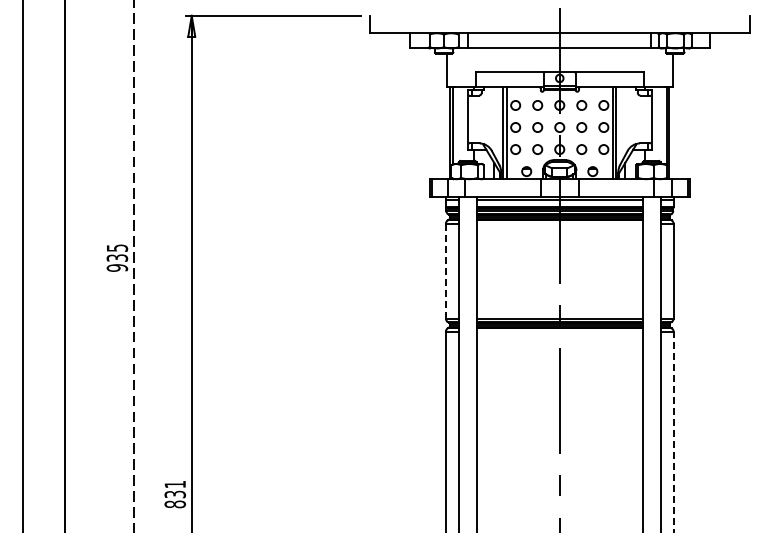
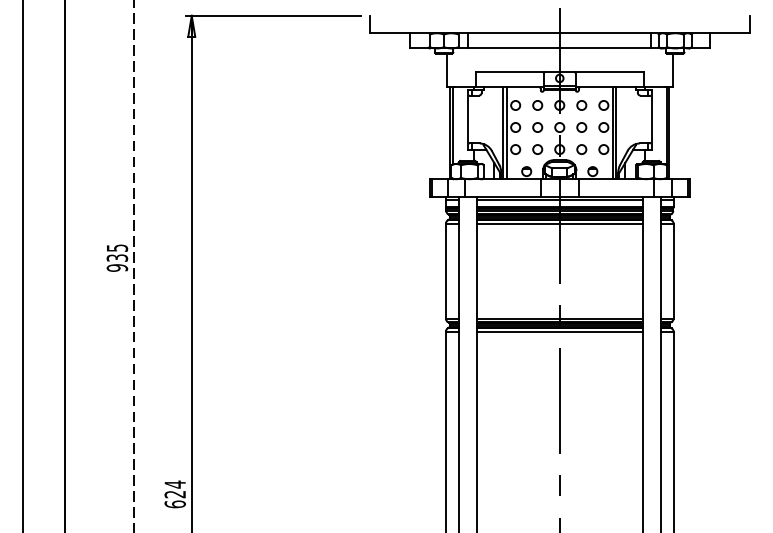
line at (559, 223): none -> present
line at (445, 271): dashed -> solid
line at (559, 331): none -> present
line at (673, 431): dashed -> solid
text at (175, 494): 831 -> 624
